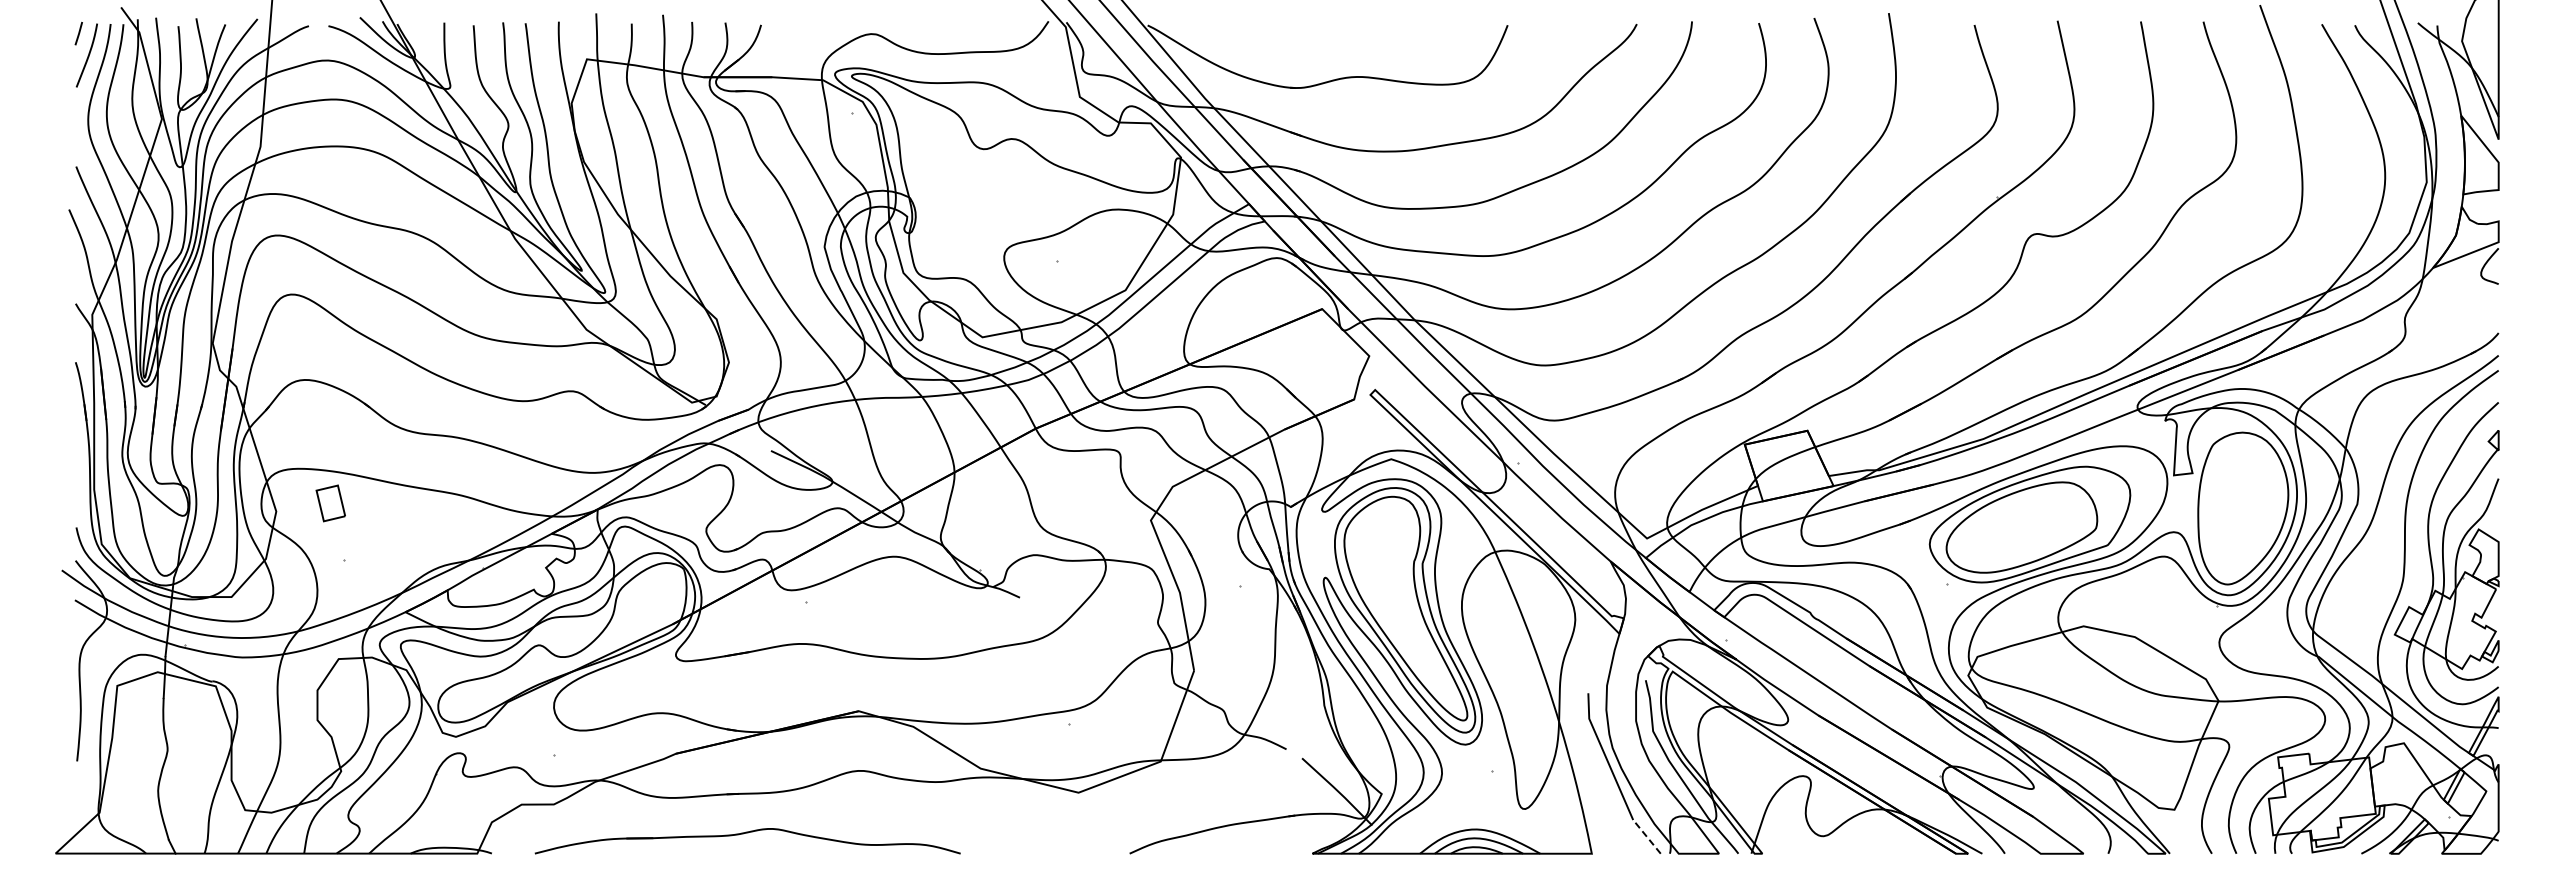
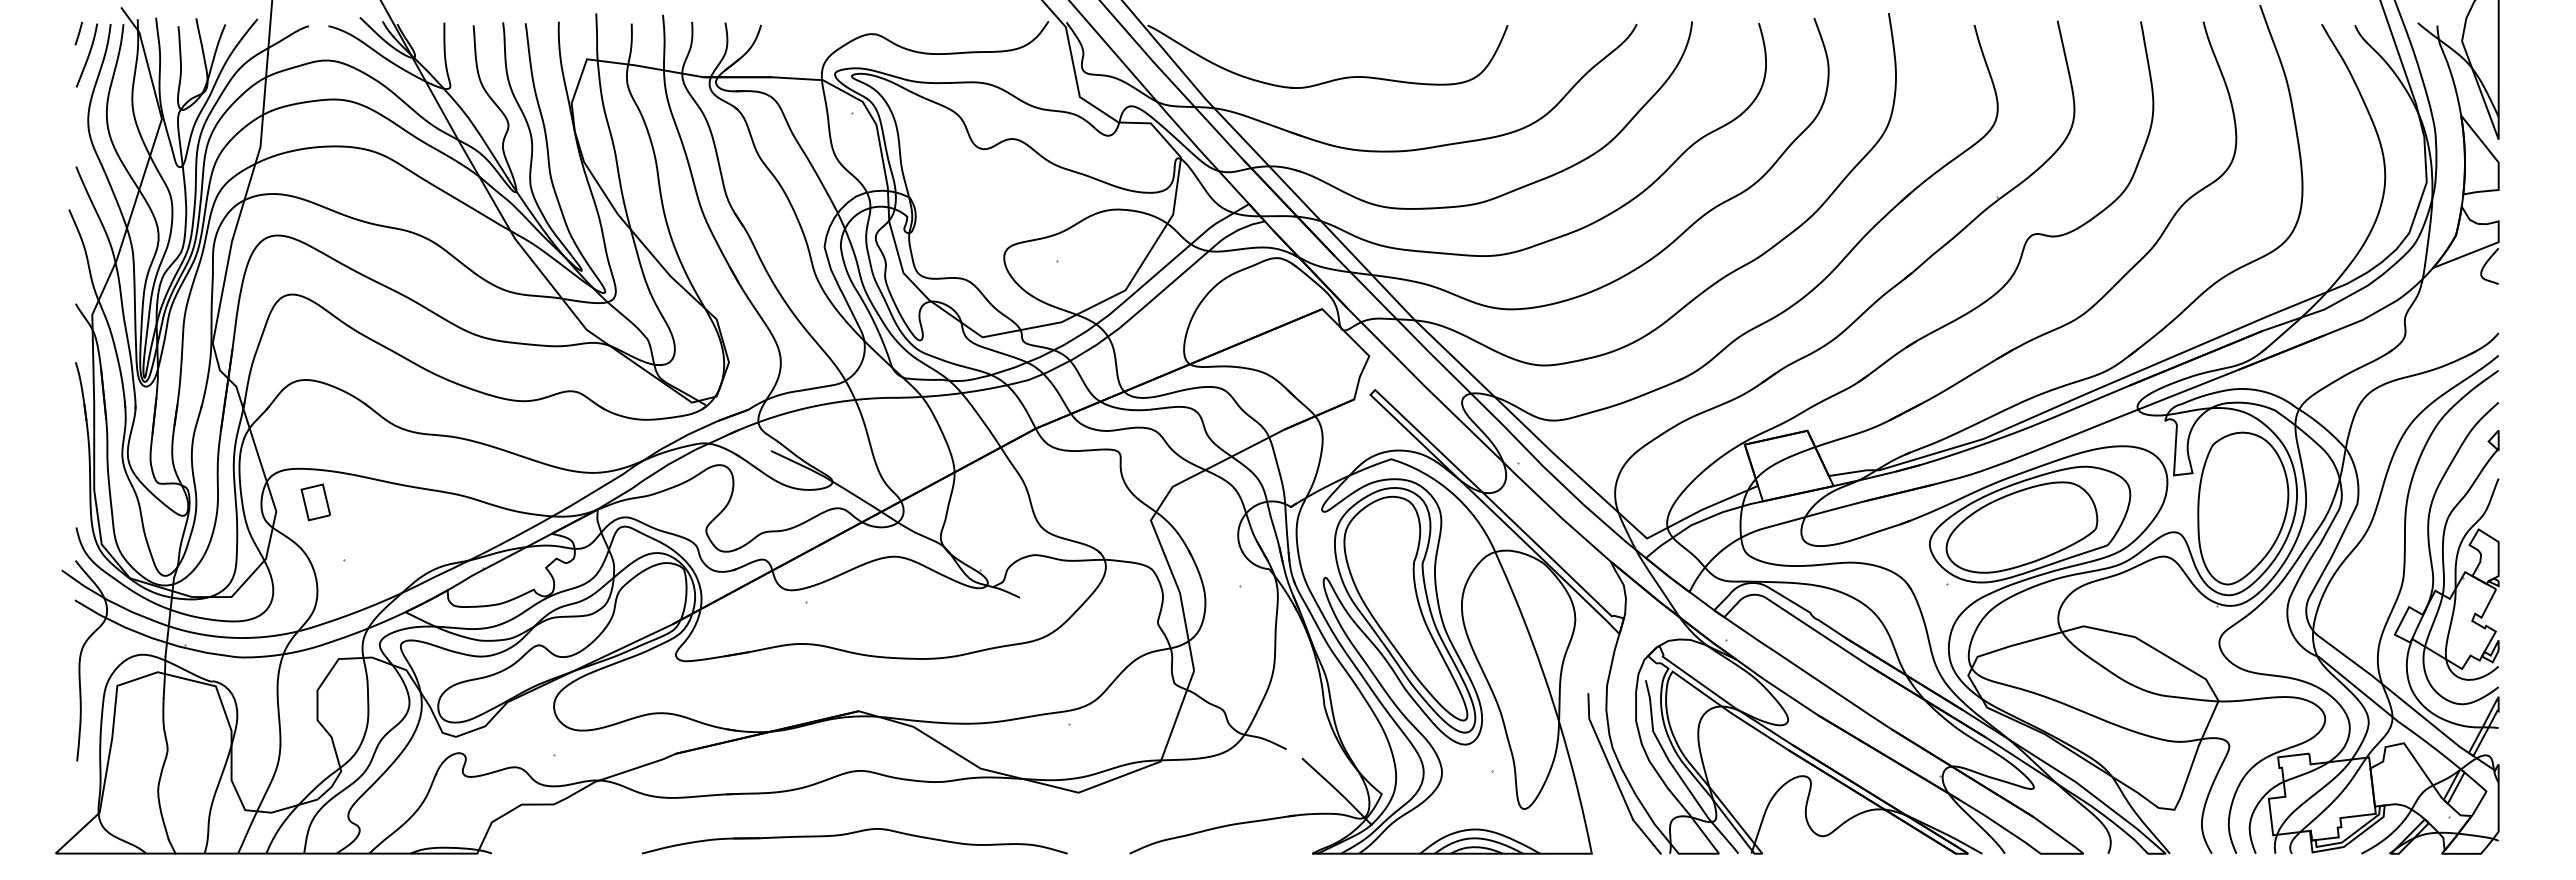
part at (330, 503) position: (330, 503) -> (315, 502)
part at (747, 833) position: (747, 833) -> (854, 833)
line at (1646, 836): dashed -> solid
